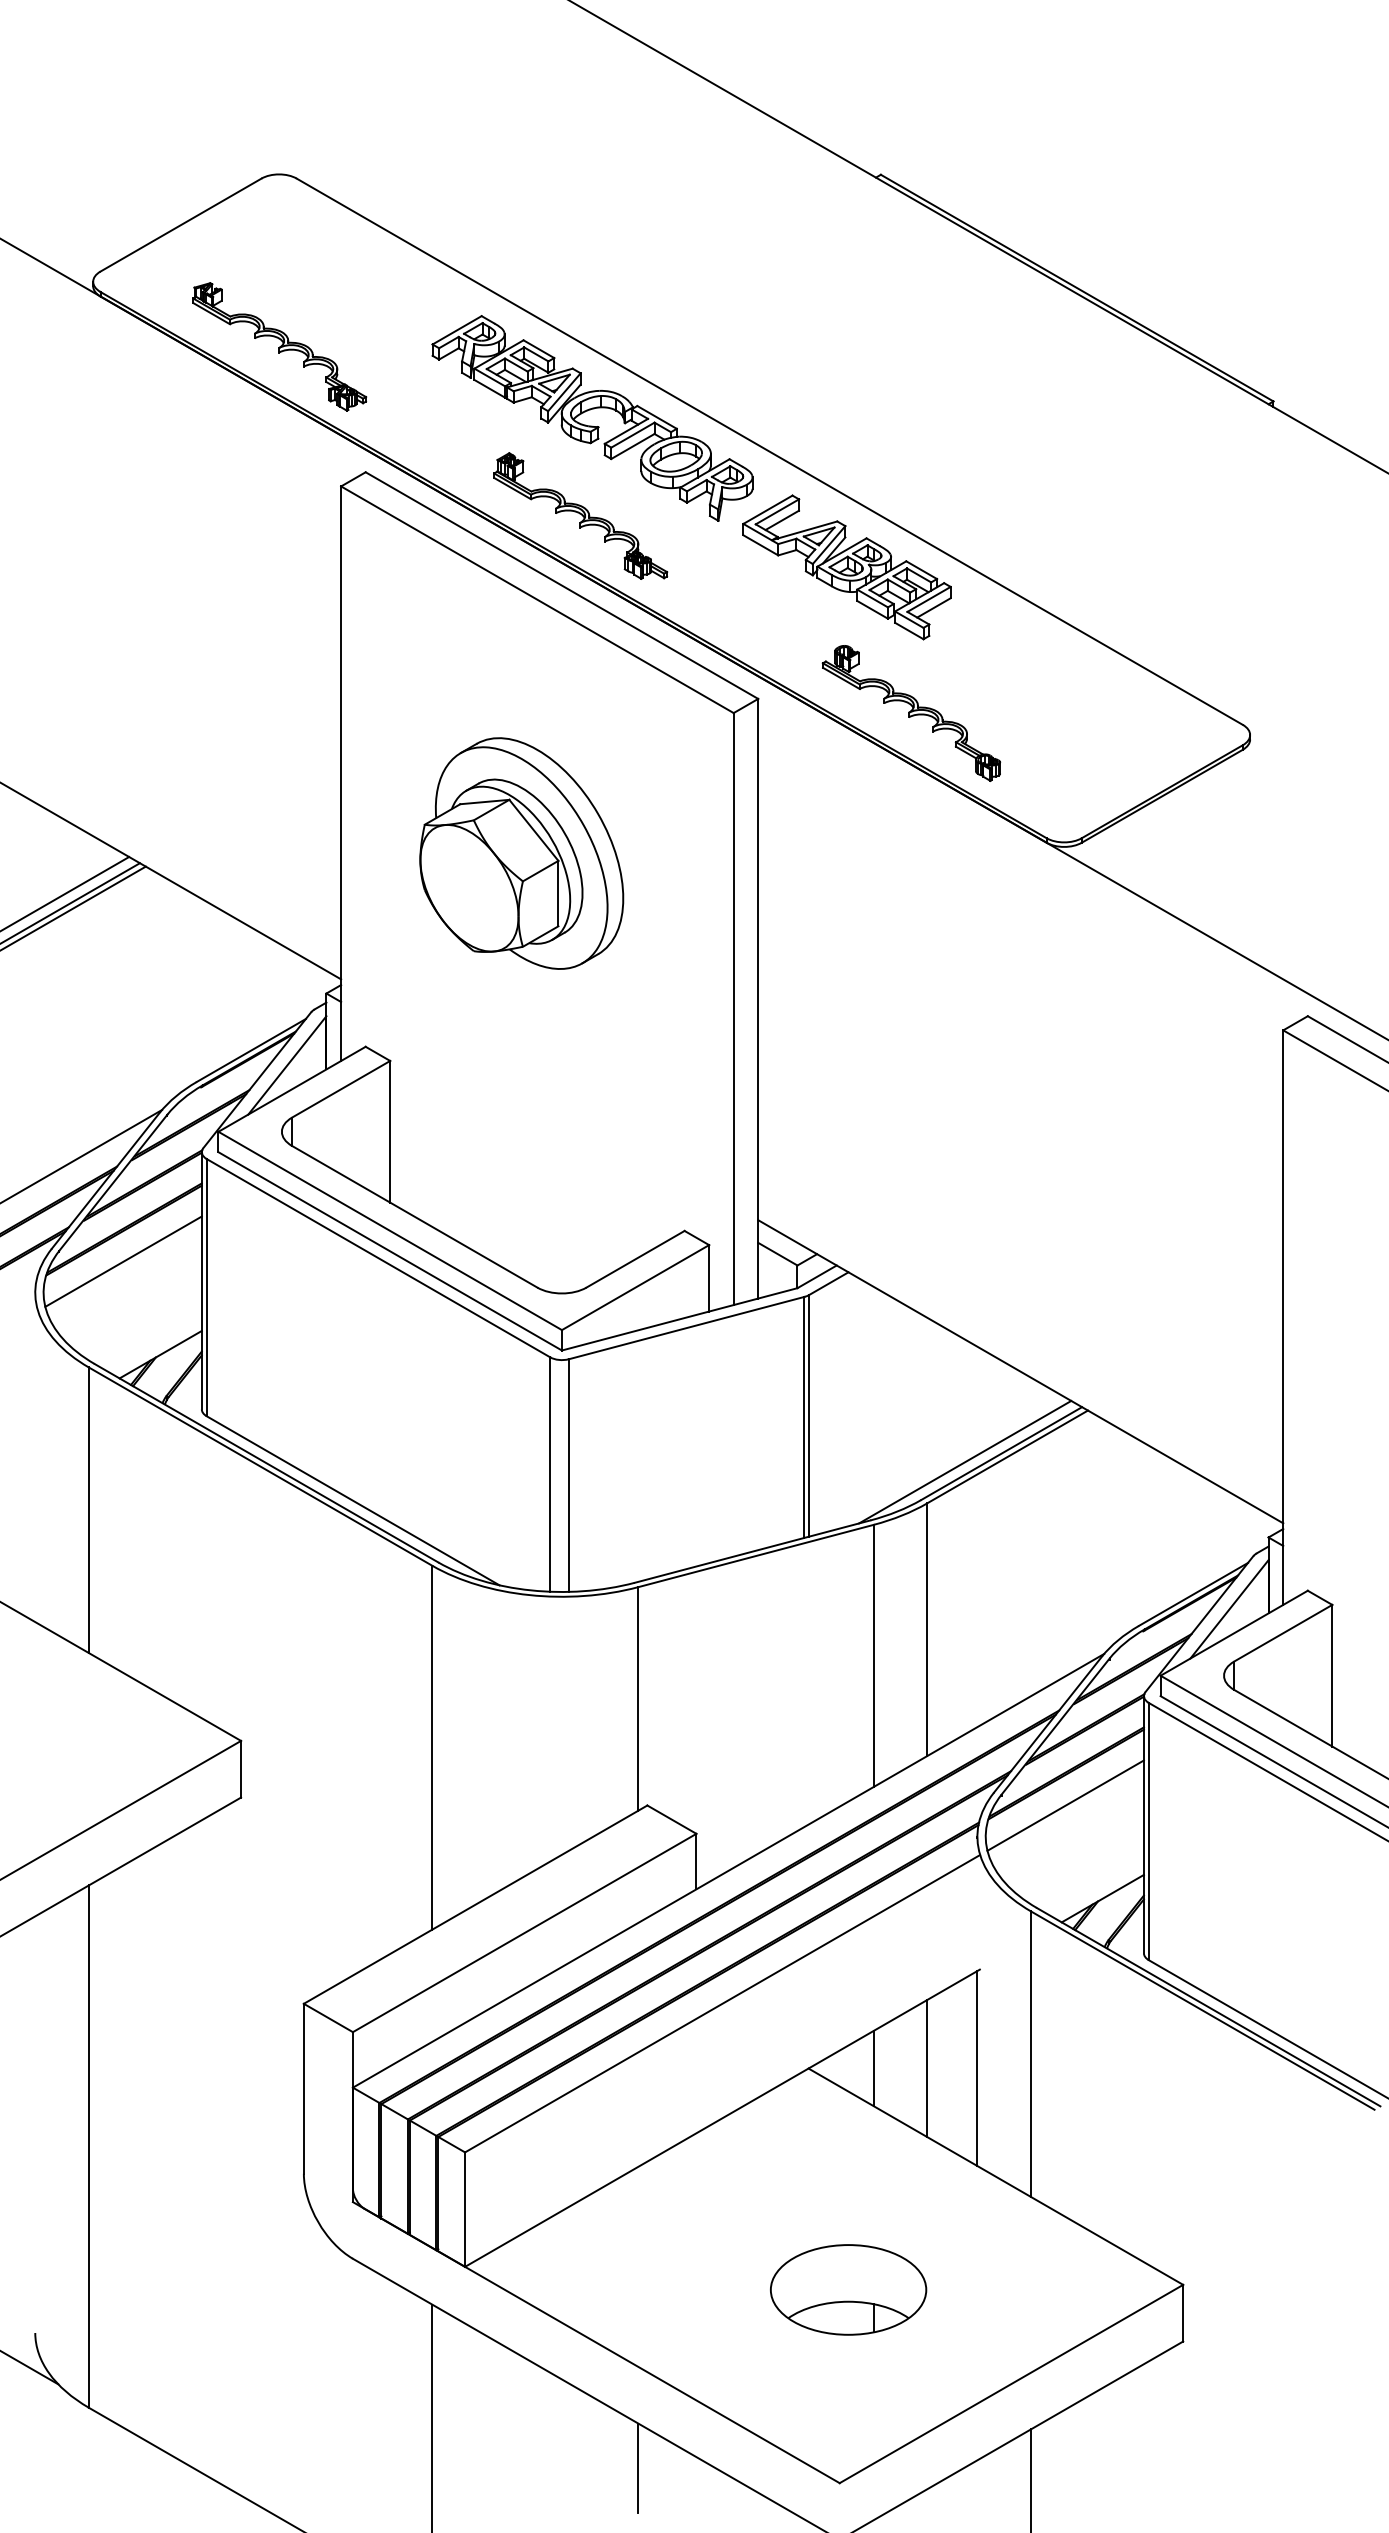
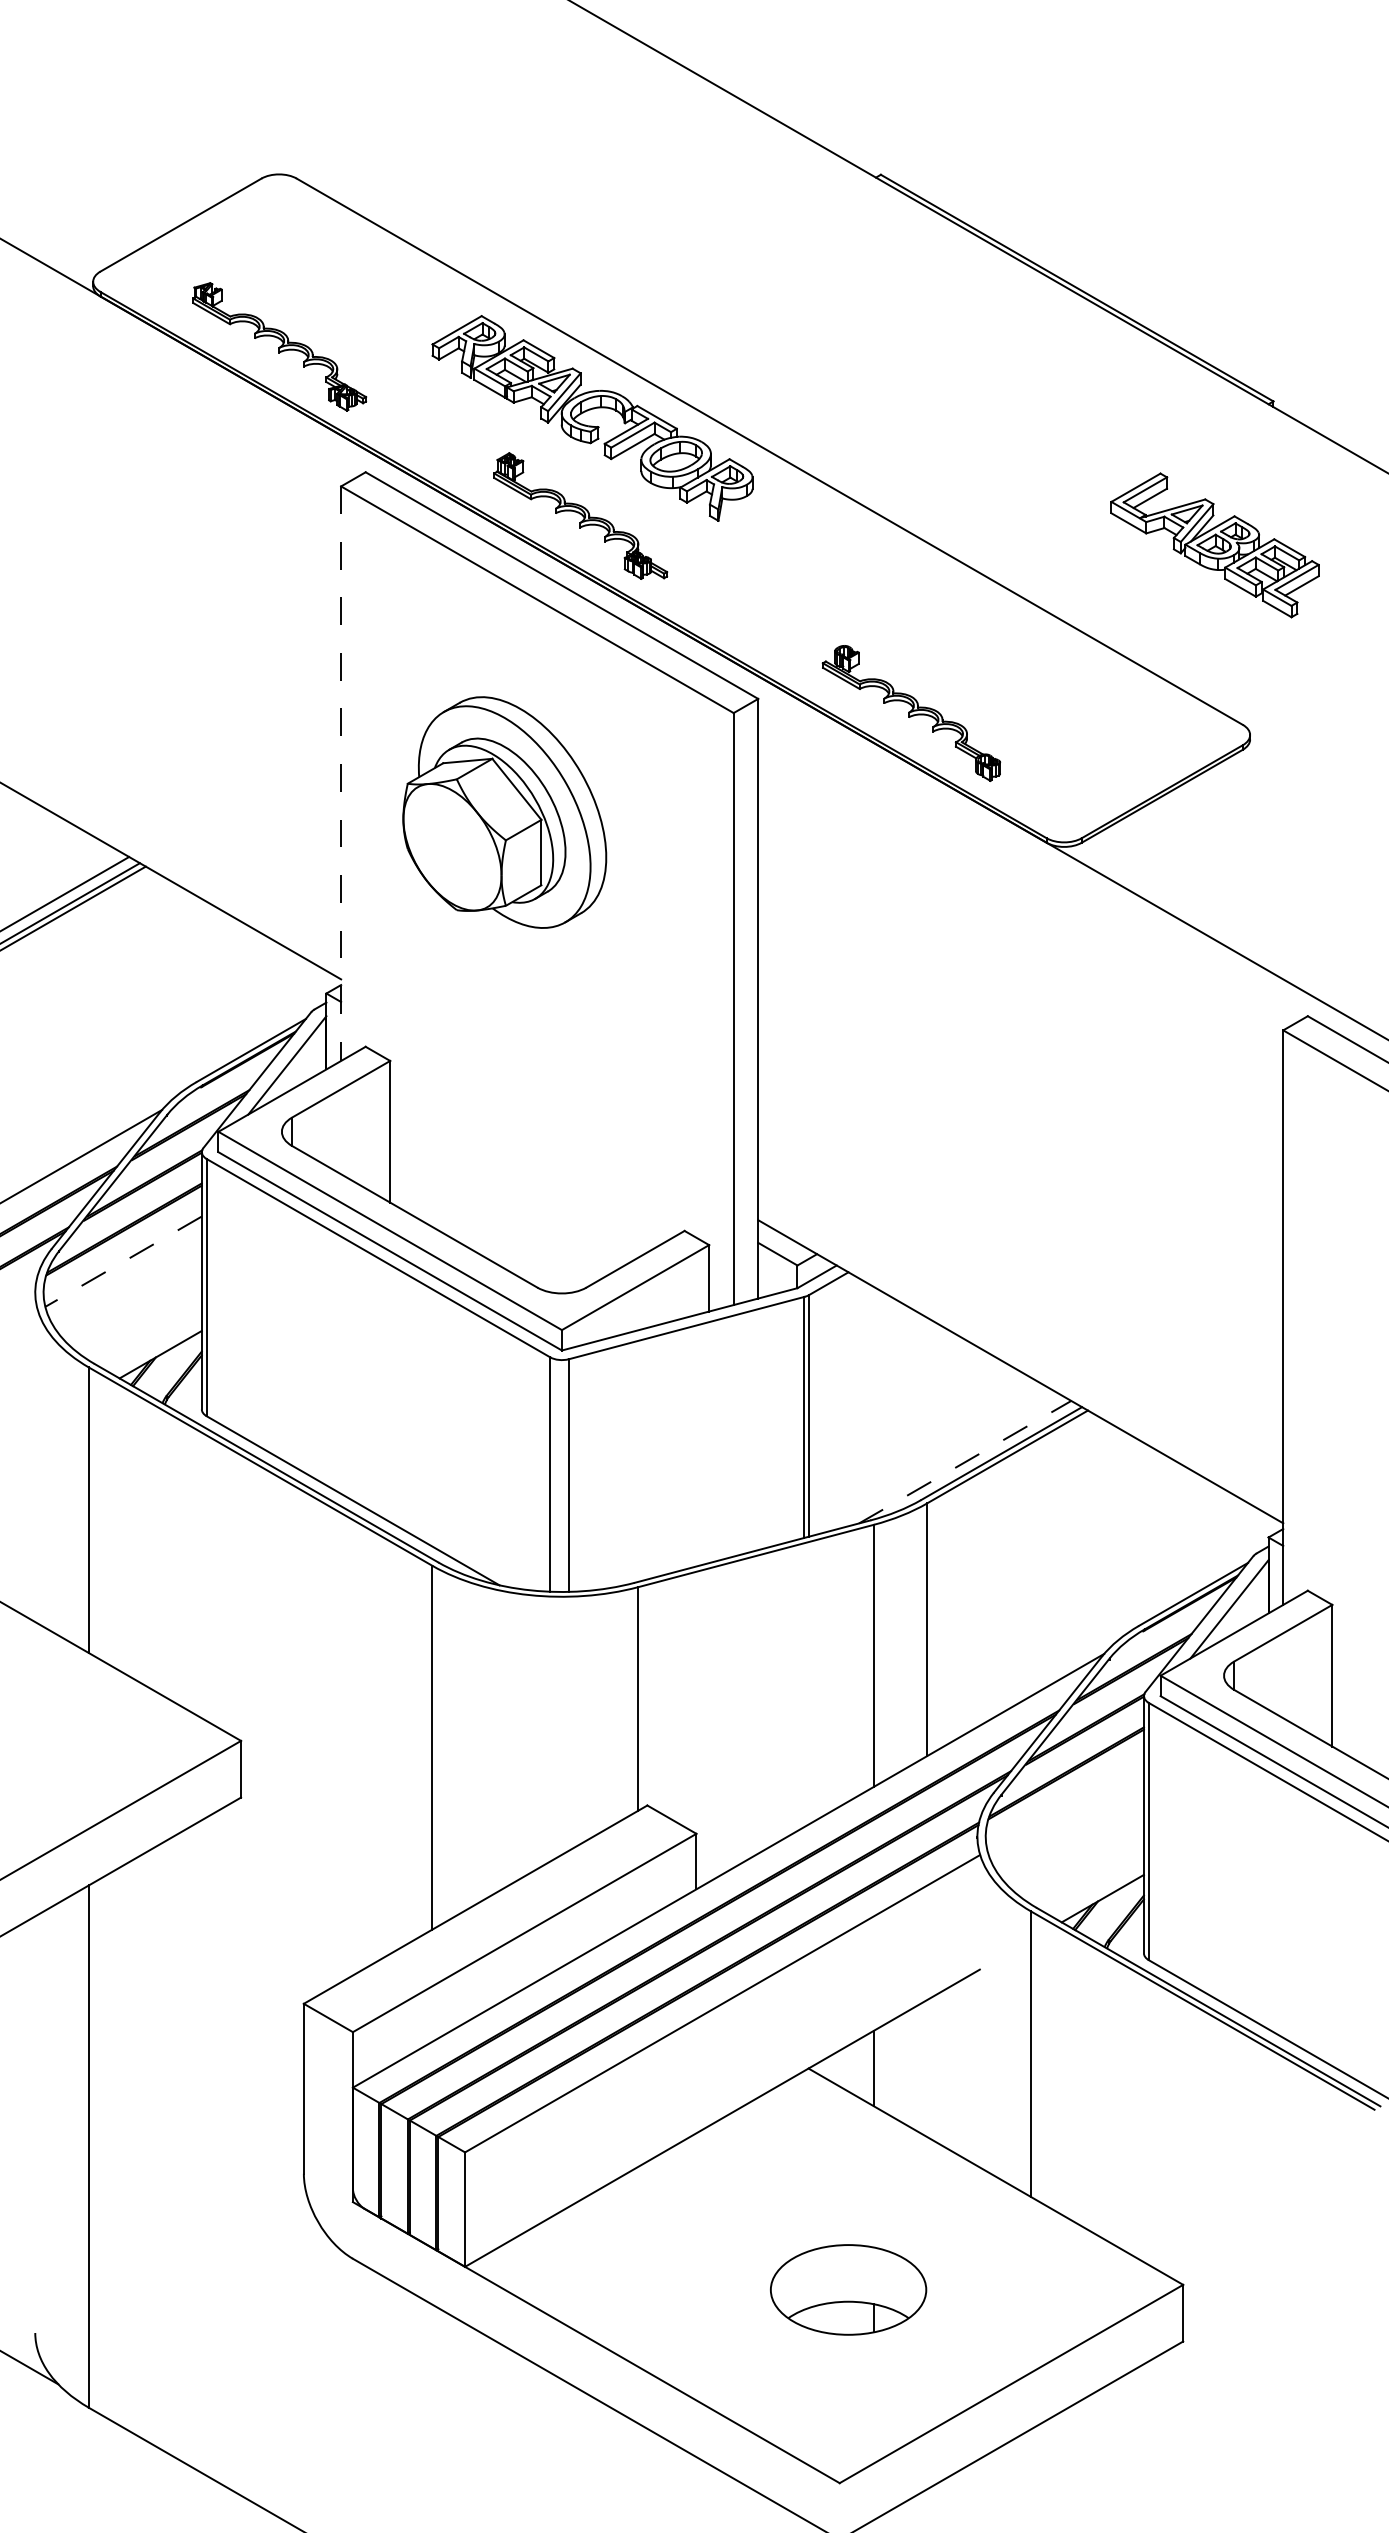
part at (846, 567) position: (846, 567) -> (1214, 545)
line at (341, 774): solid -> dashed
part at (521, 853) position: (521, 853) -> (504, 812)
line at (123, 1261): solid -> dashed
line at (965, 1462): solid -> dashed
line at (1065, 1805): present -> none
line at (927, 2068): present -> none
line at (977, 2068): present -> none
line at (432, 2416): present -> none
line at (638, 2468): present -> none
line at (1031, 2479): present -> none
